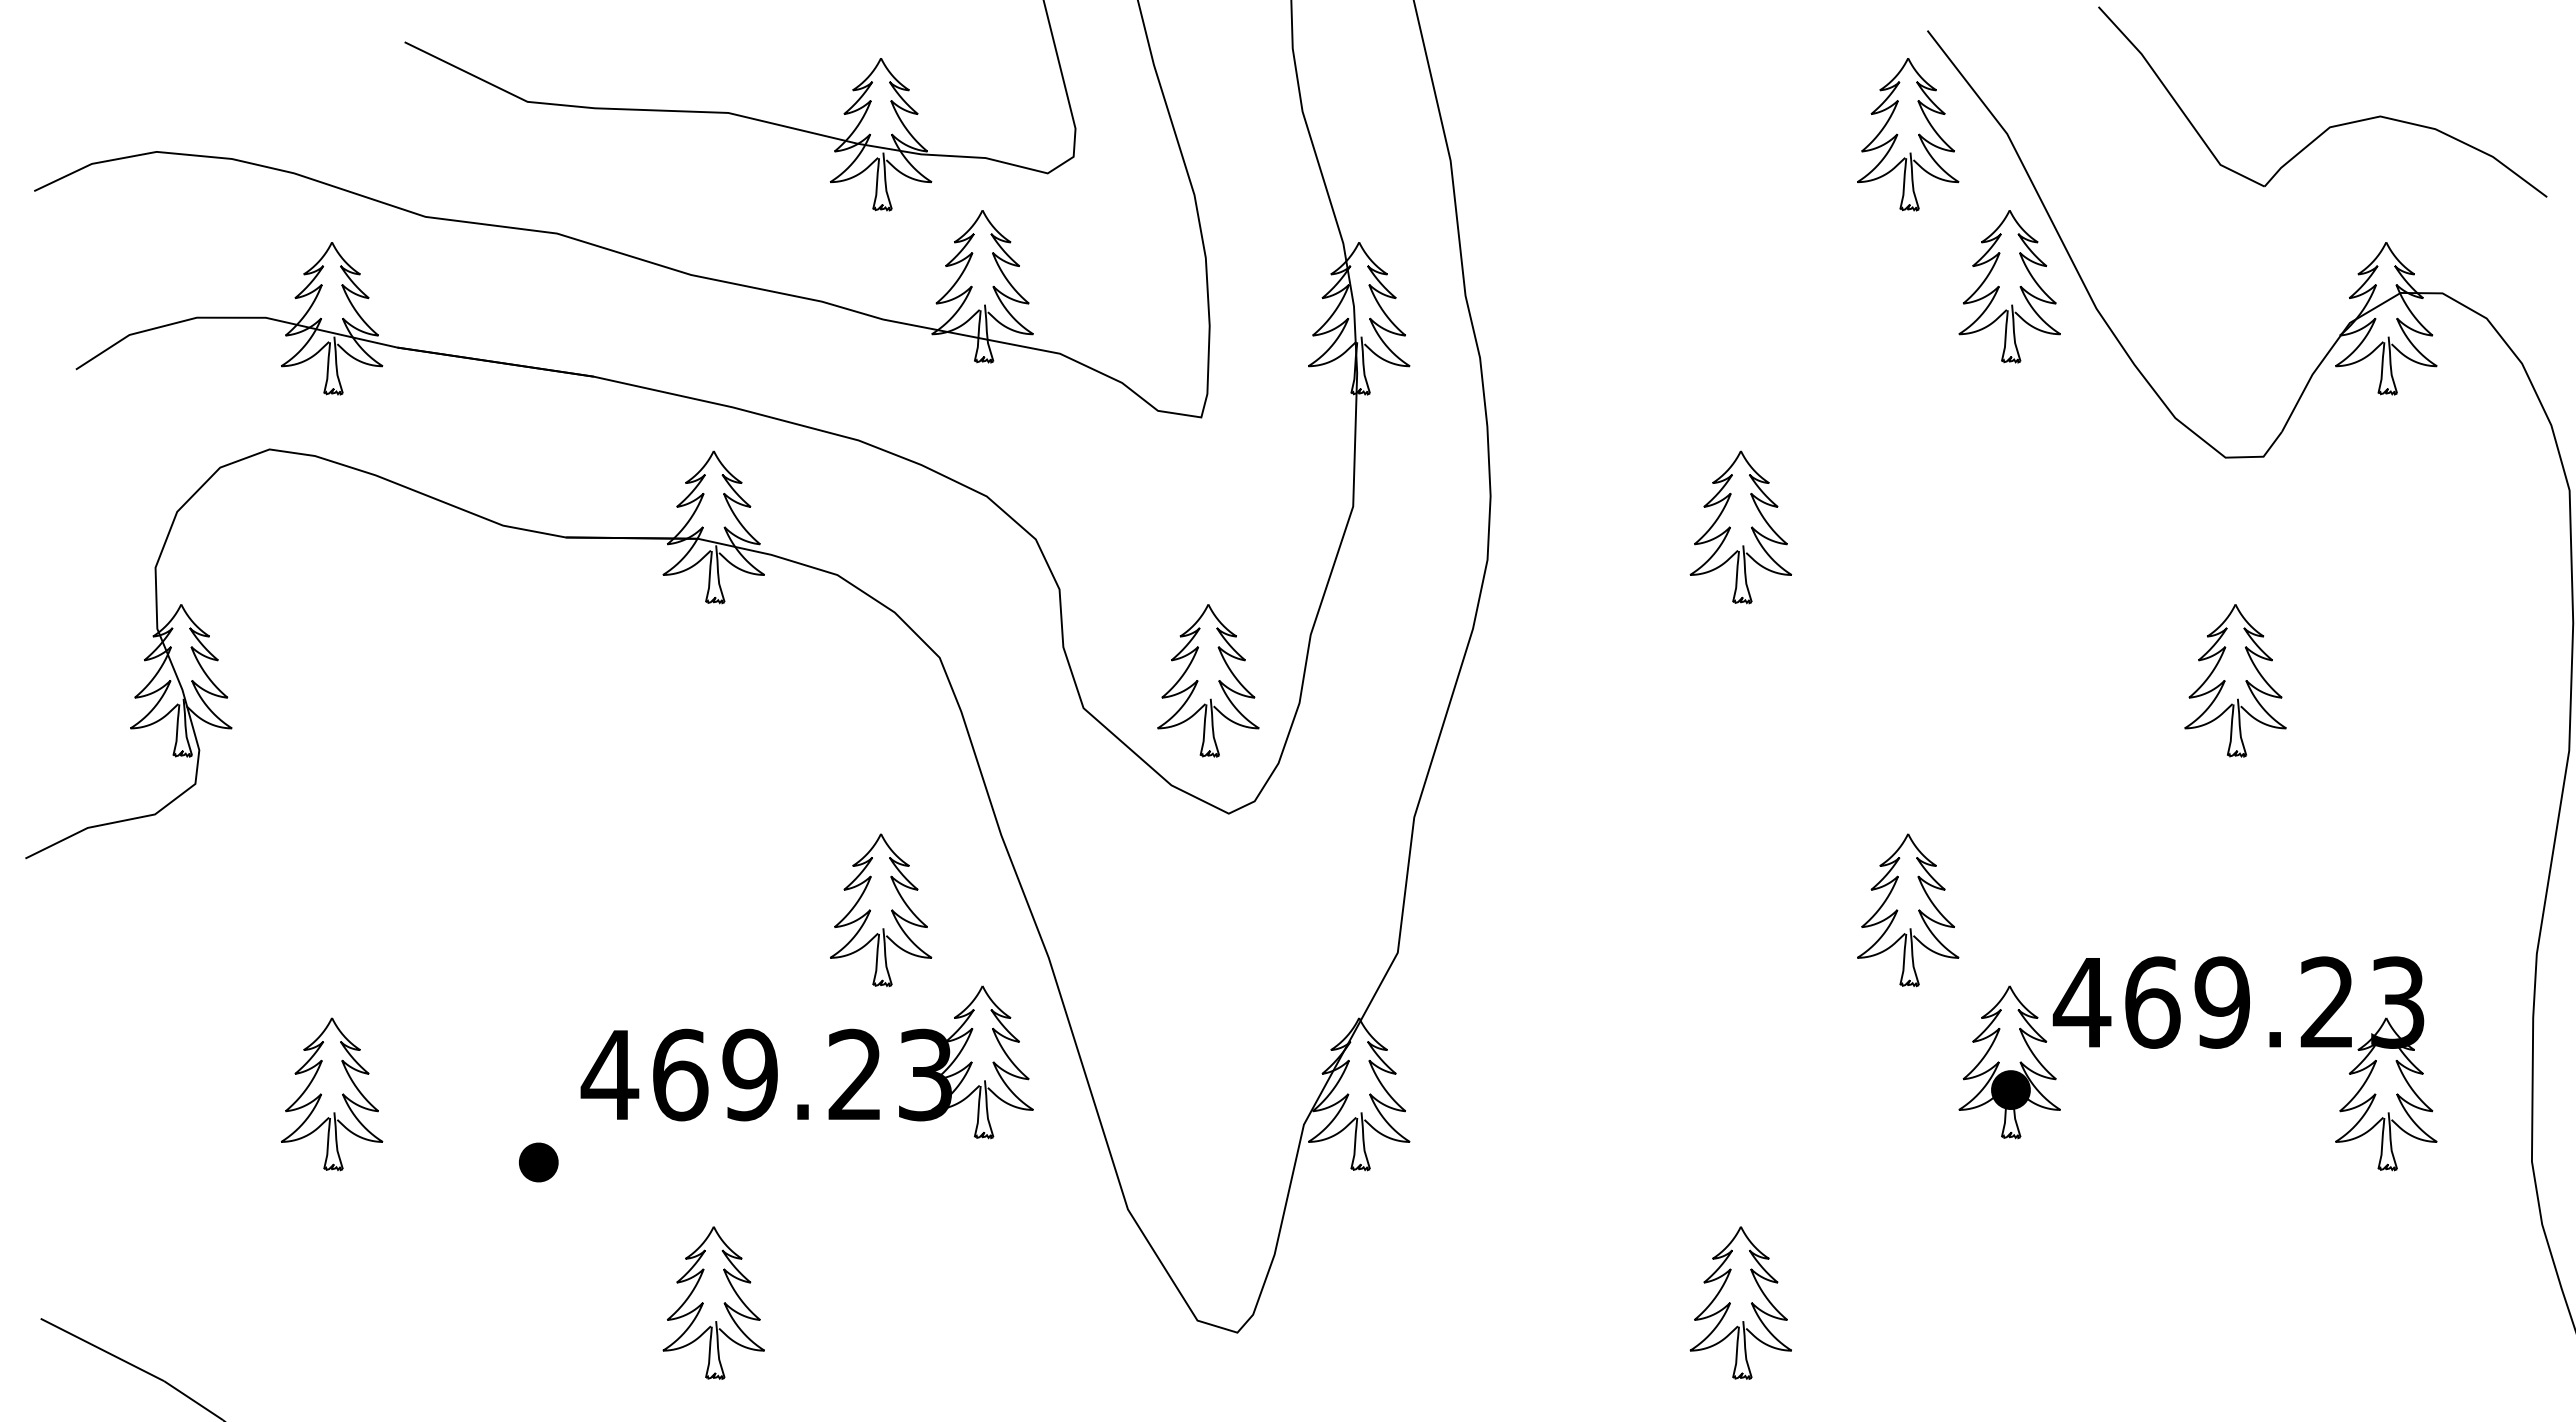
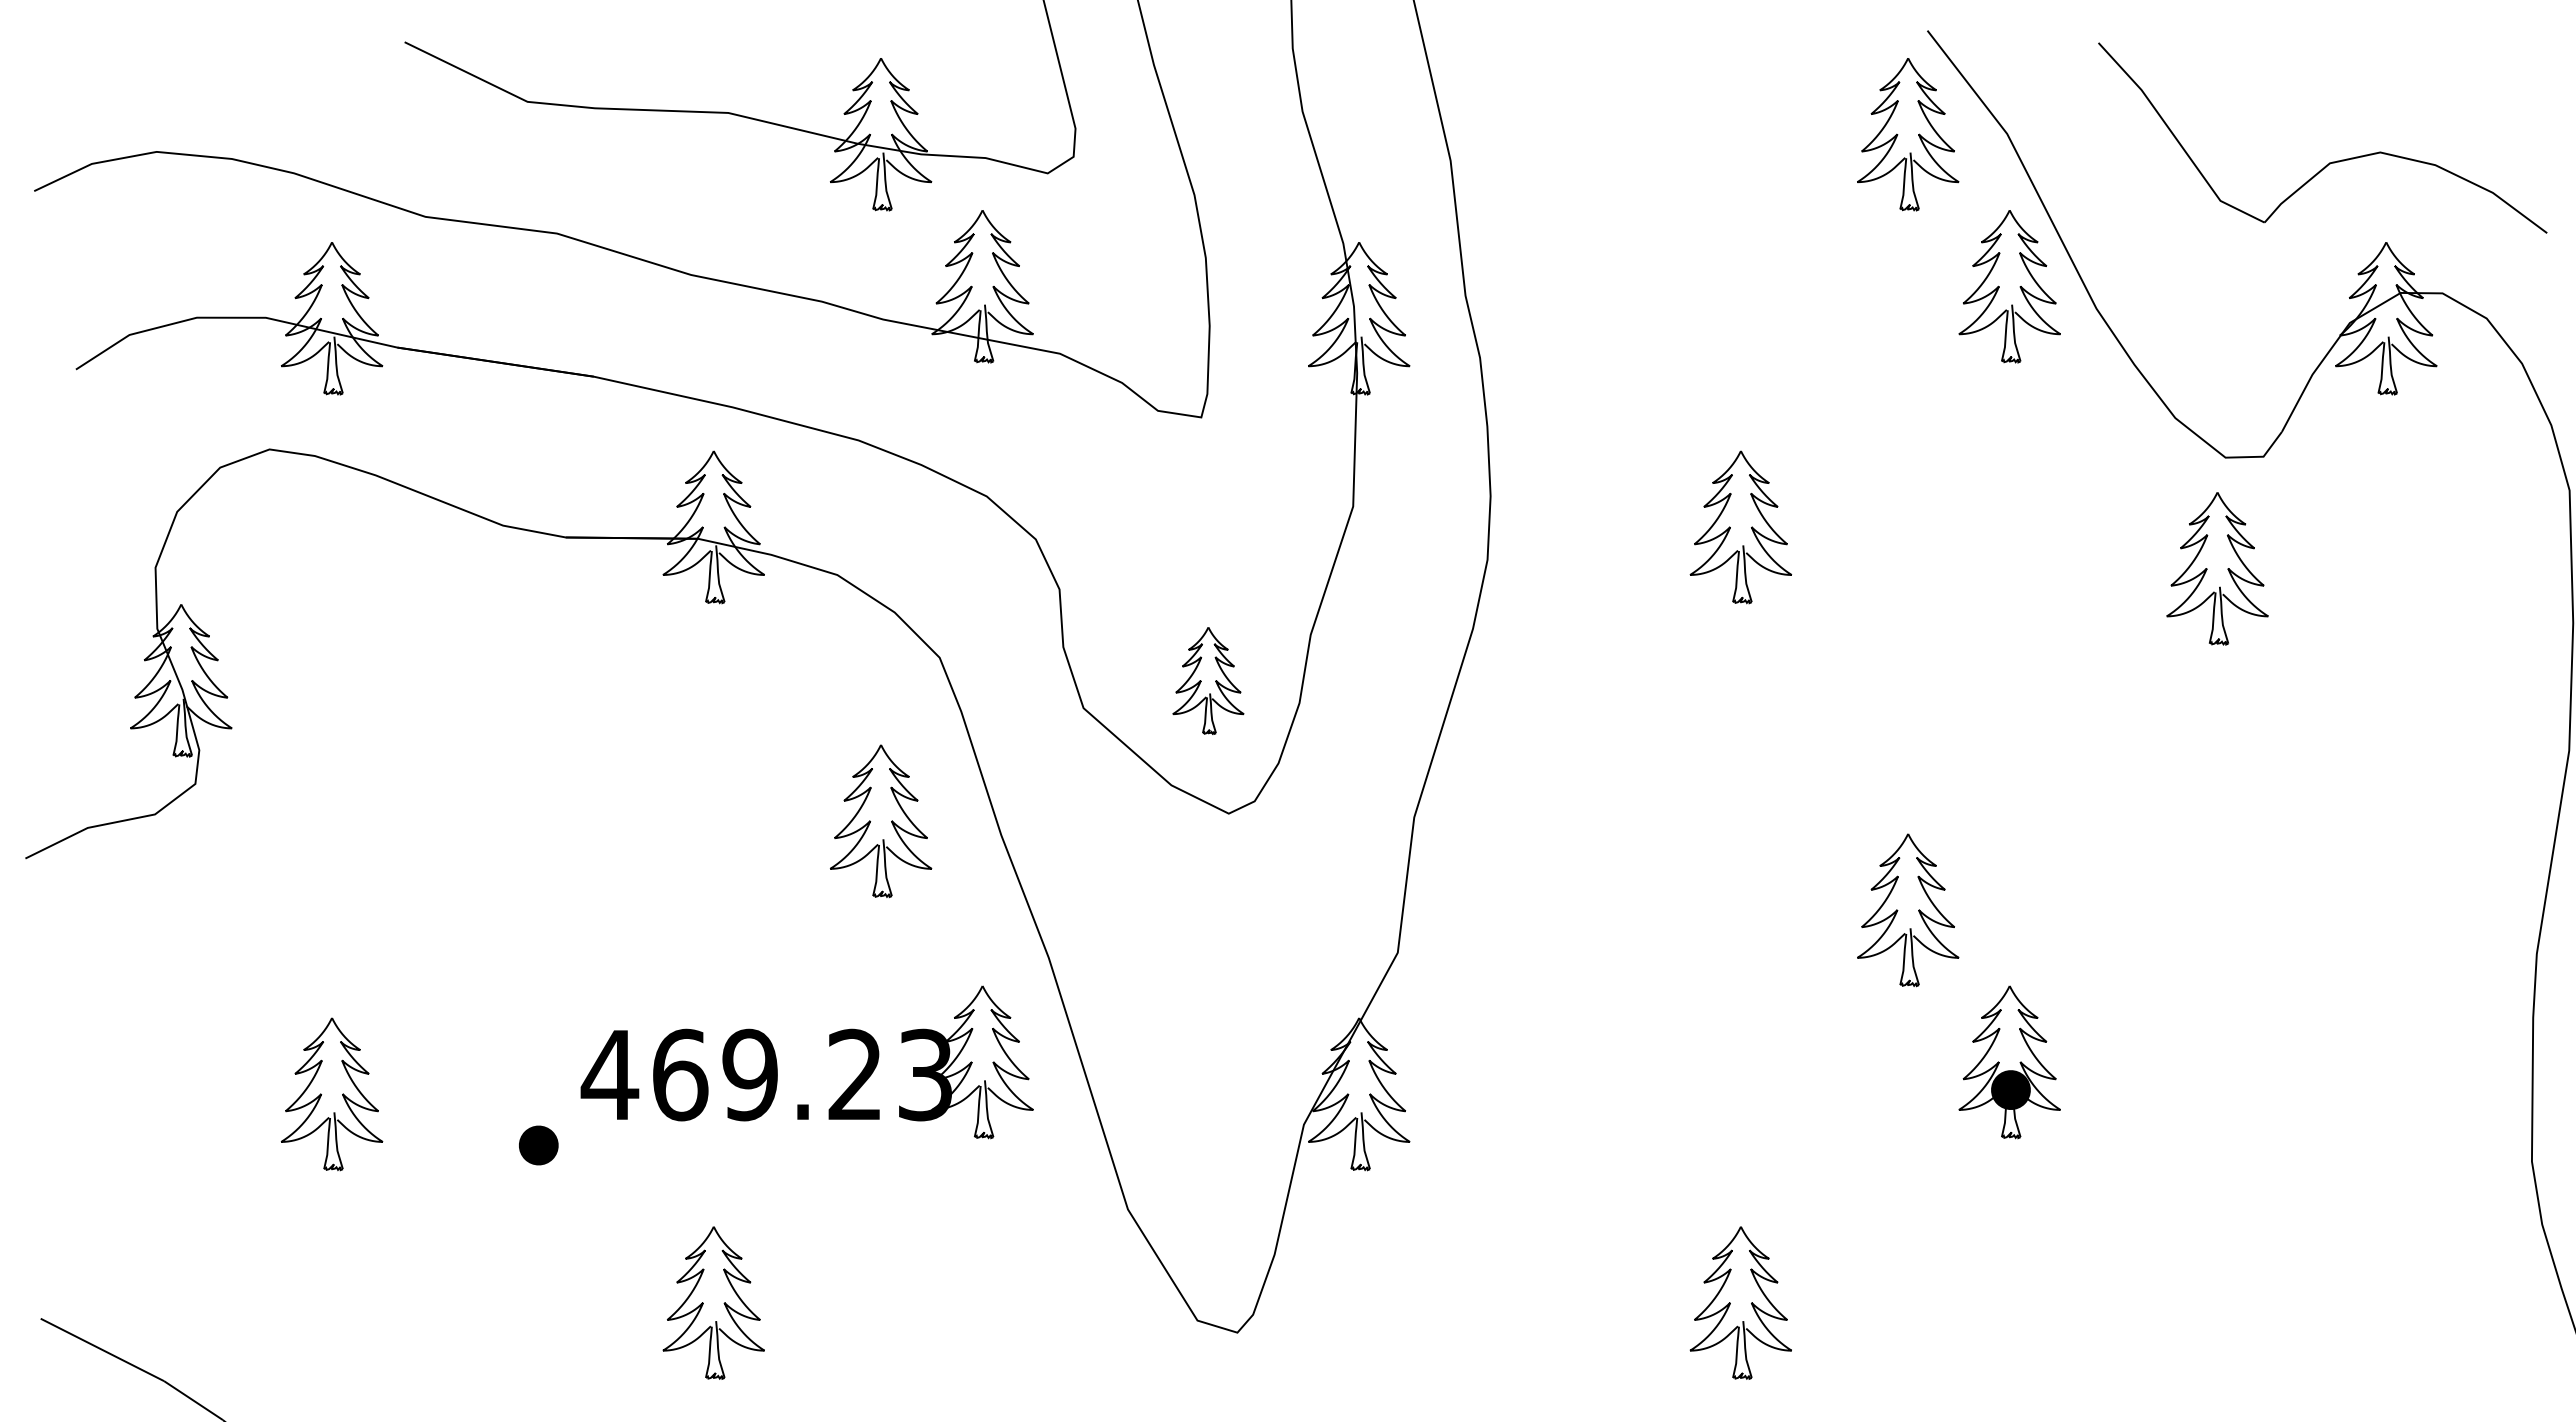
part at (2329, 126) position: (2329, 126) -> (2329, 162)
part at (1208, 680) size: 103x154 px -> 73x108 px
part at (2235, 680) position: (2235, 680) -> (2217, 568)
part at (881, 910) position: (881, 910) -> (881, 821)
part at (2231, 1045): present -> none
part at (538, 1162) position: (538, 1162) -> (538, 1145)
